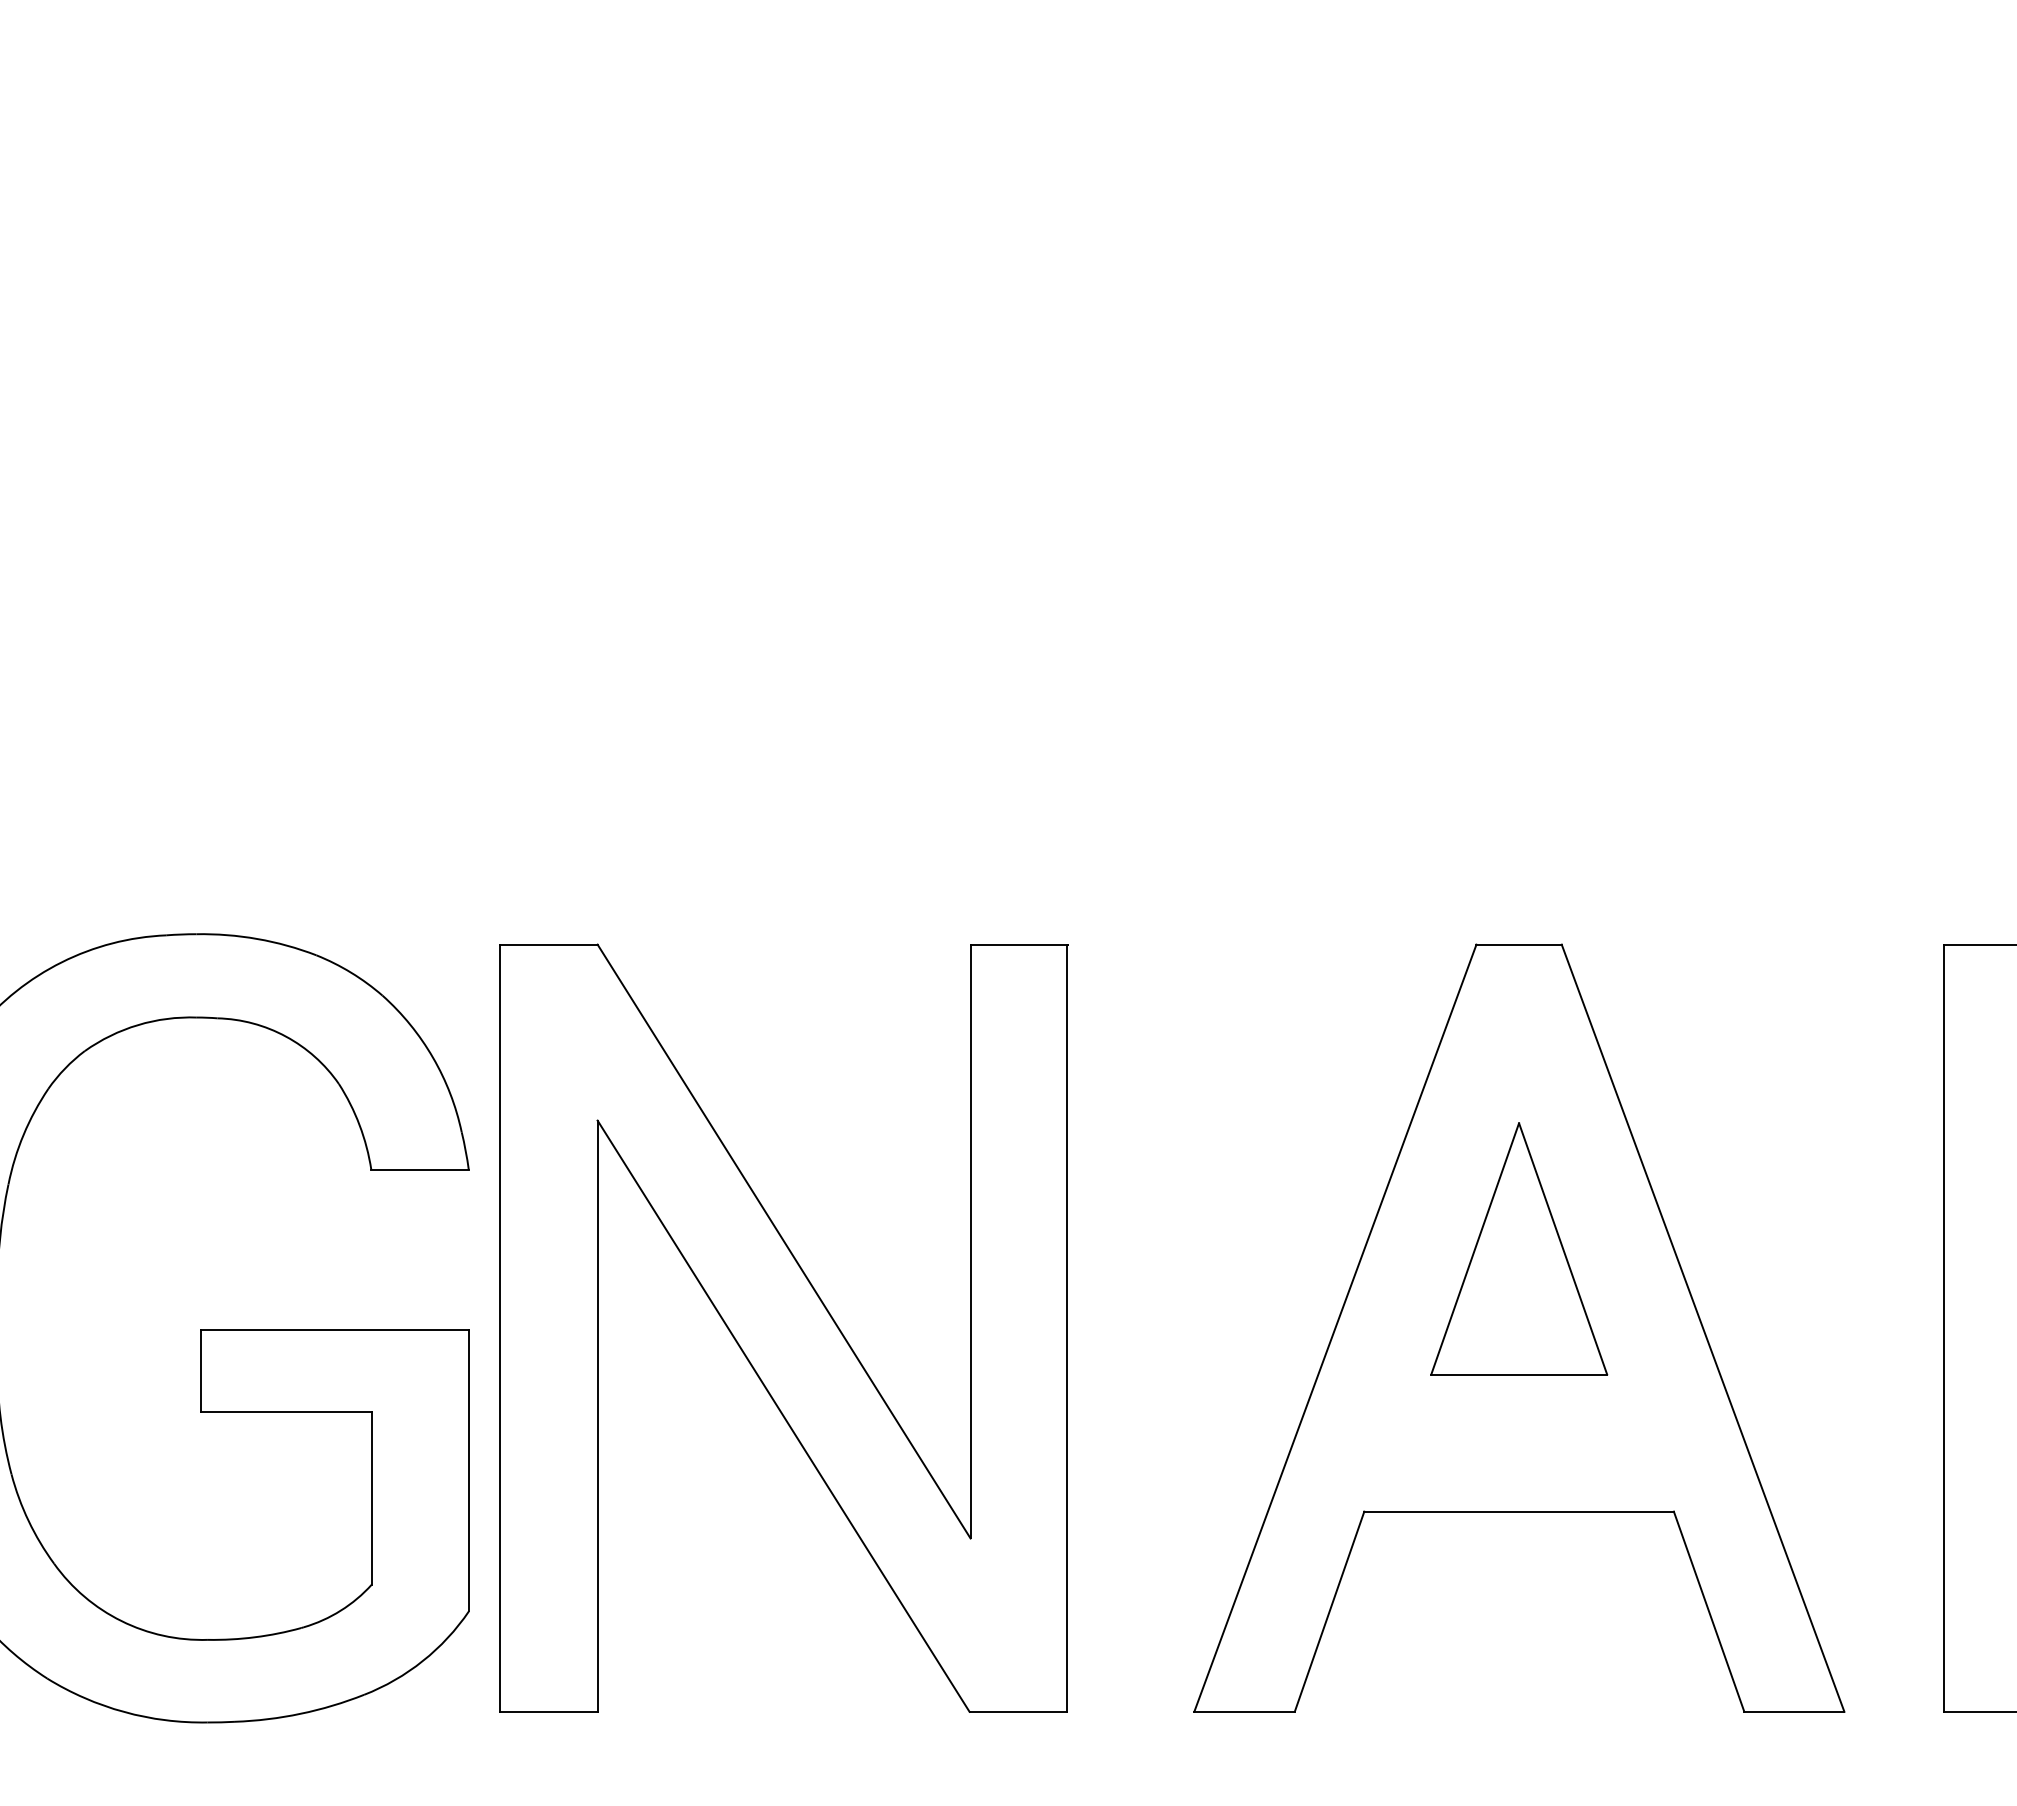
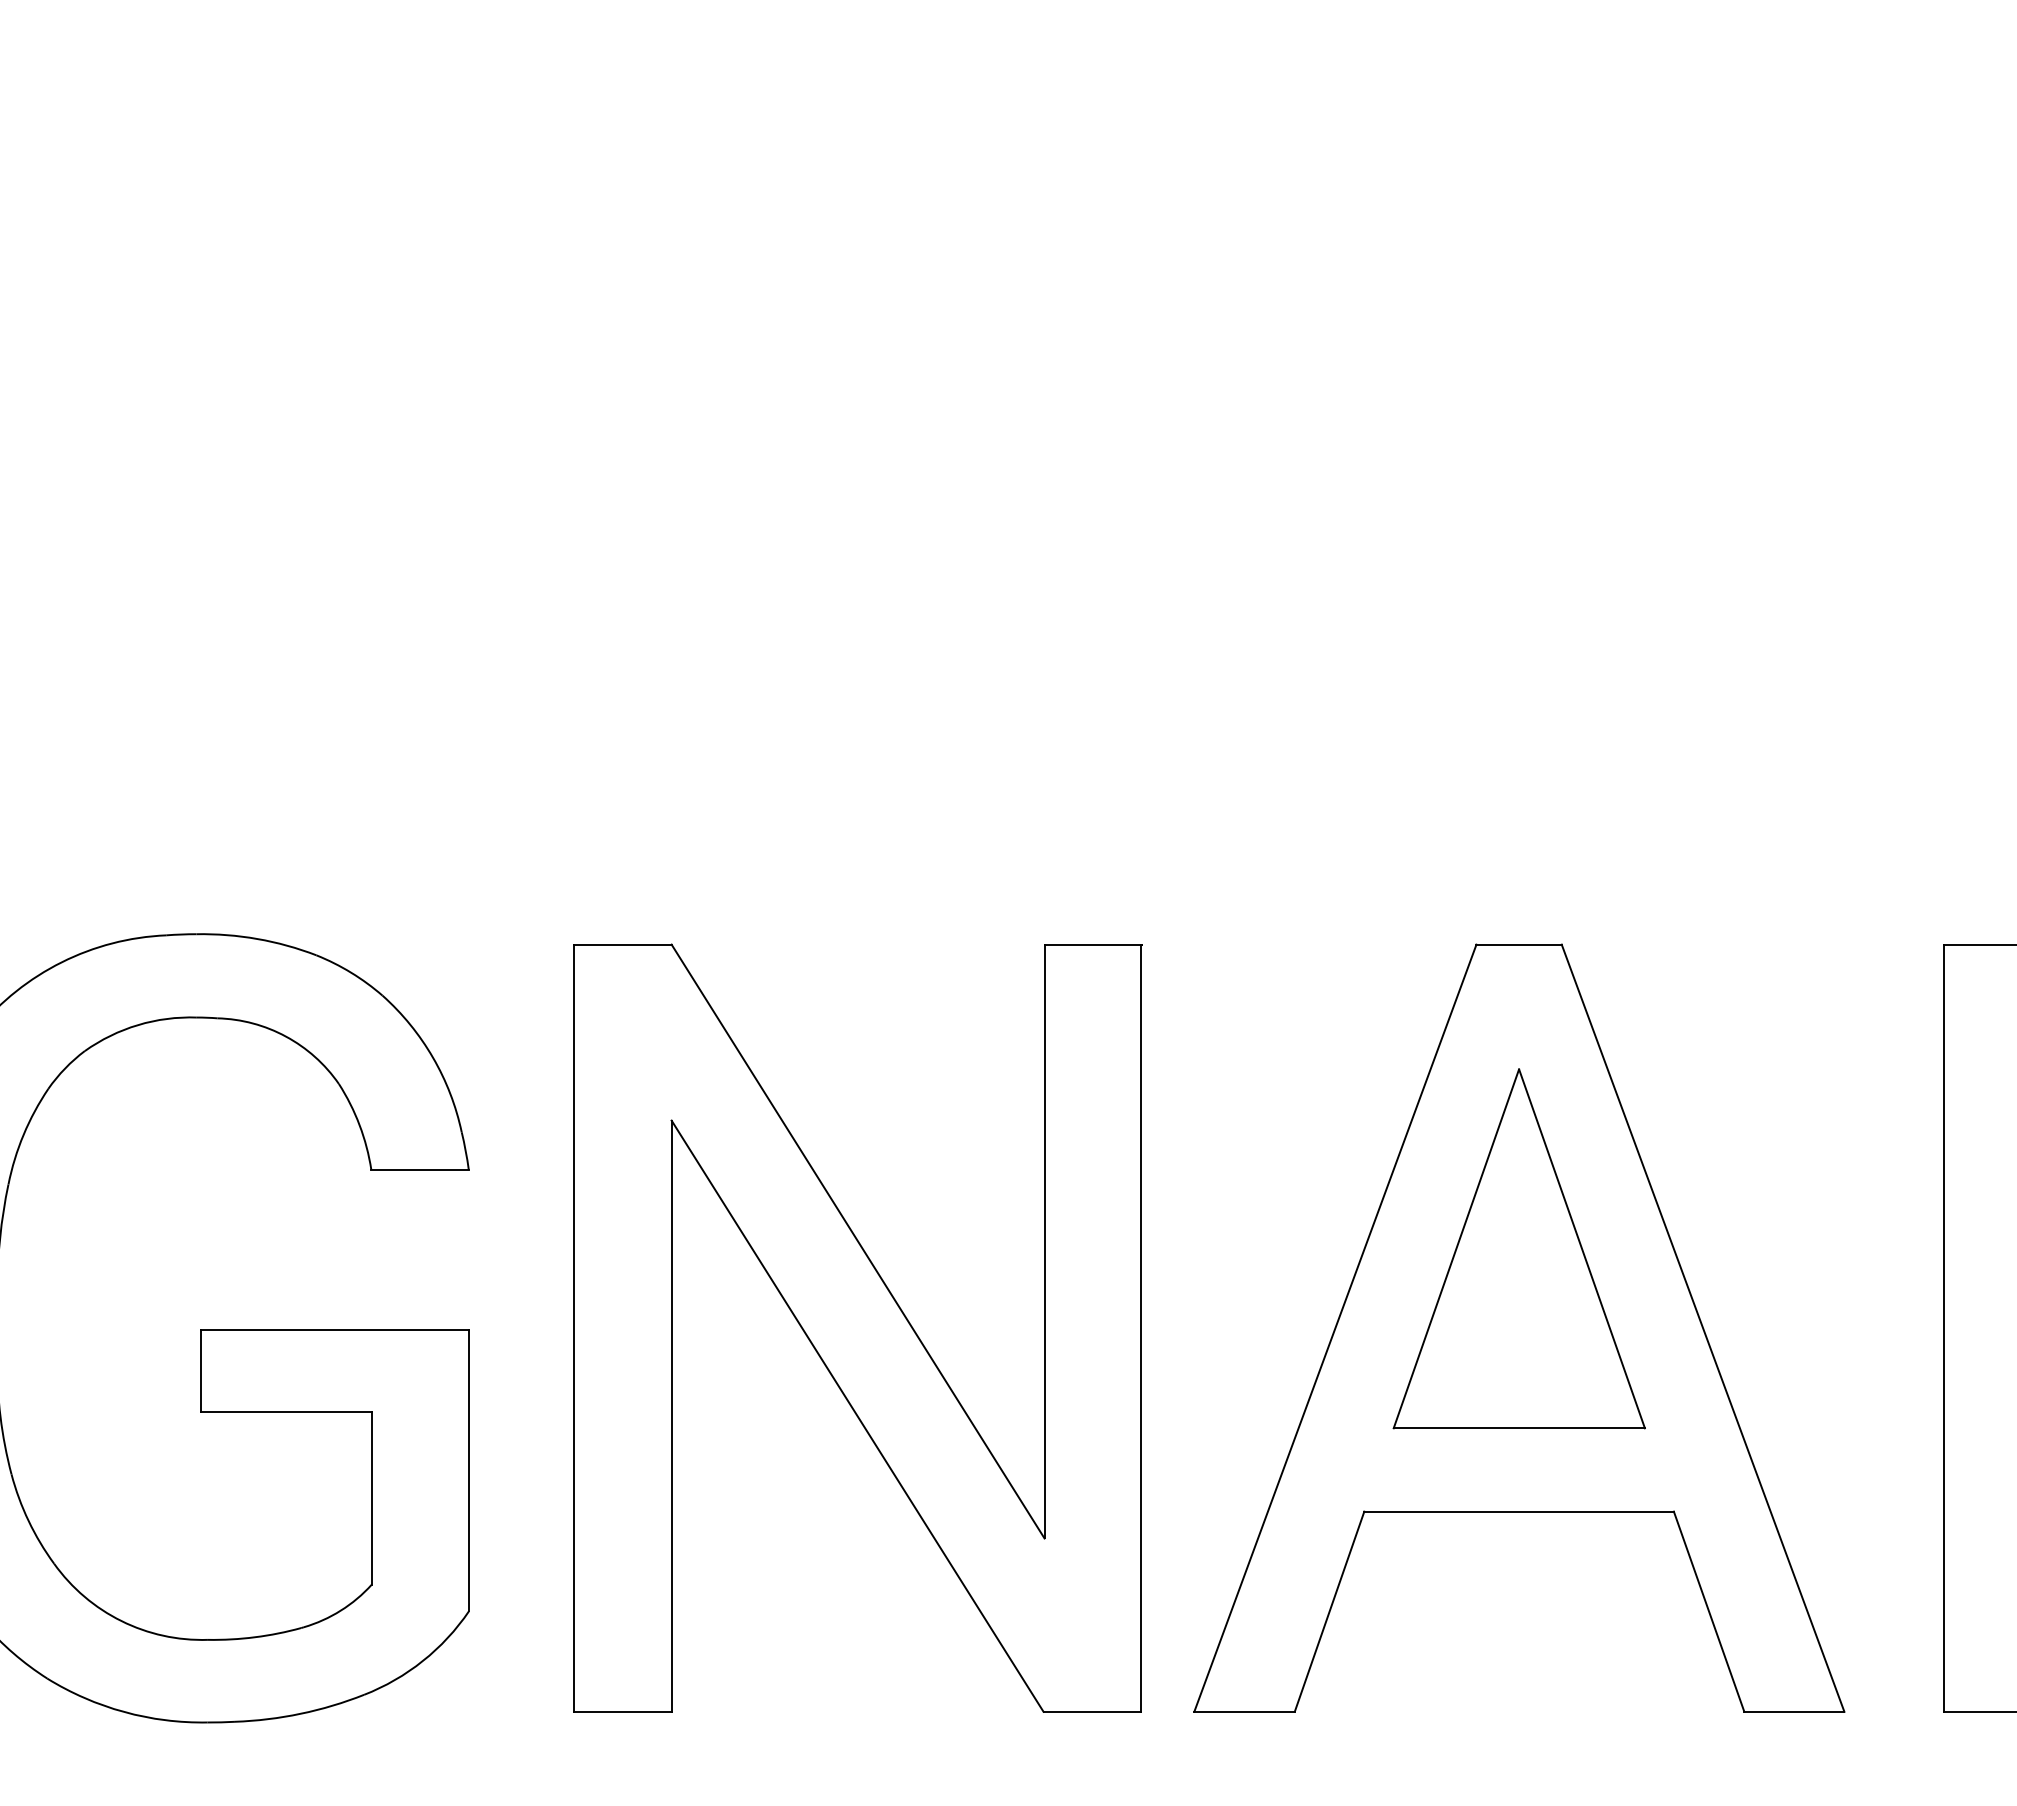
part at (1519, 1248) size: 179x254 px -> 254x362 px
part at (783, 1327) position: (783, 1327) -> (857, 1327)
